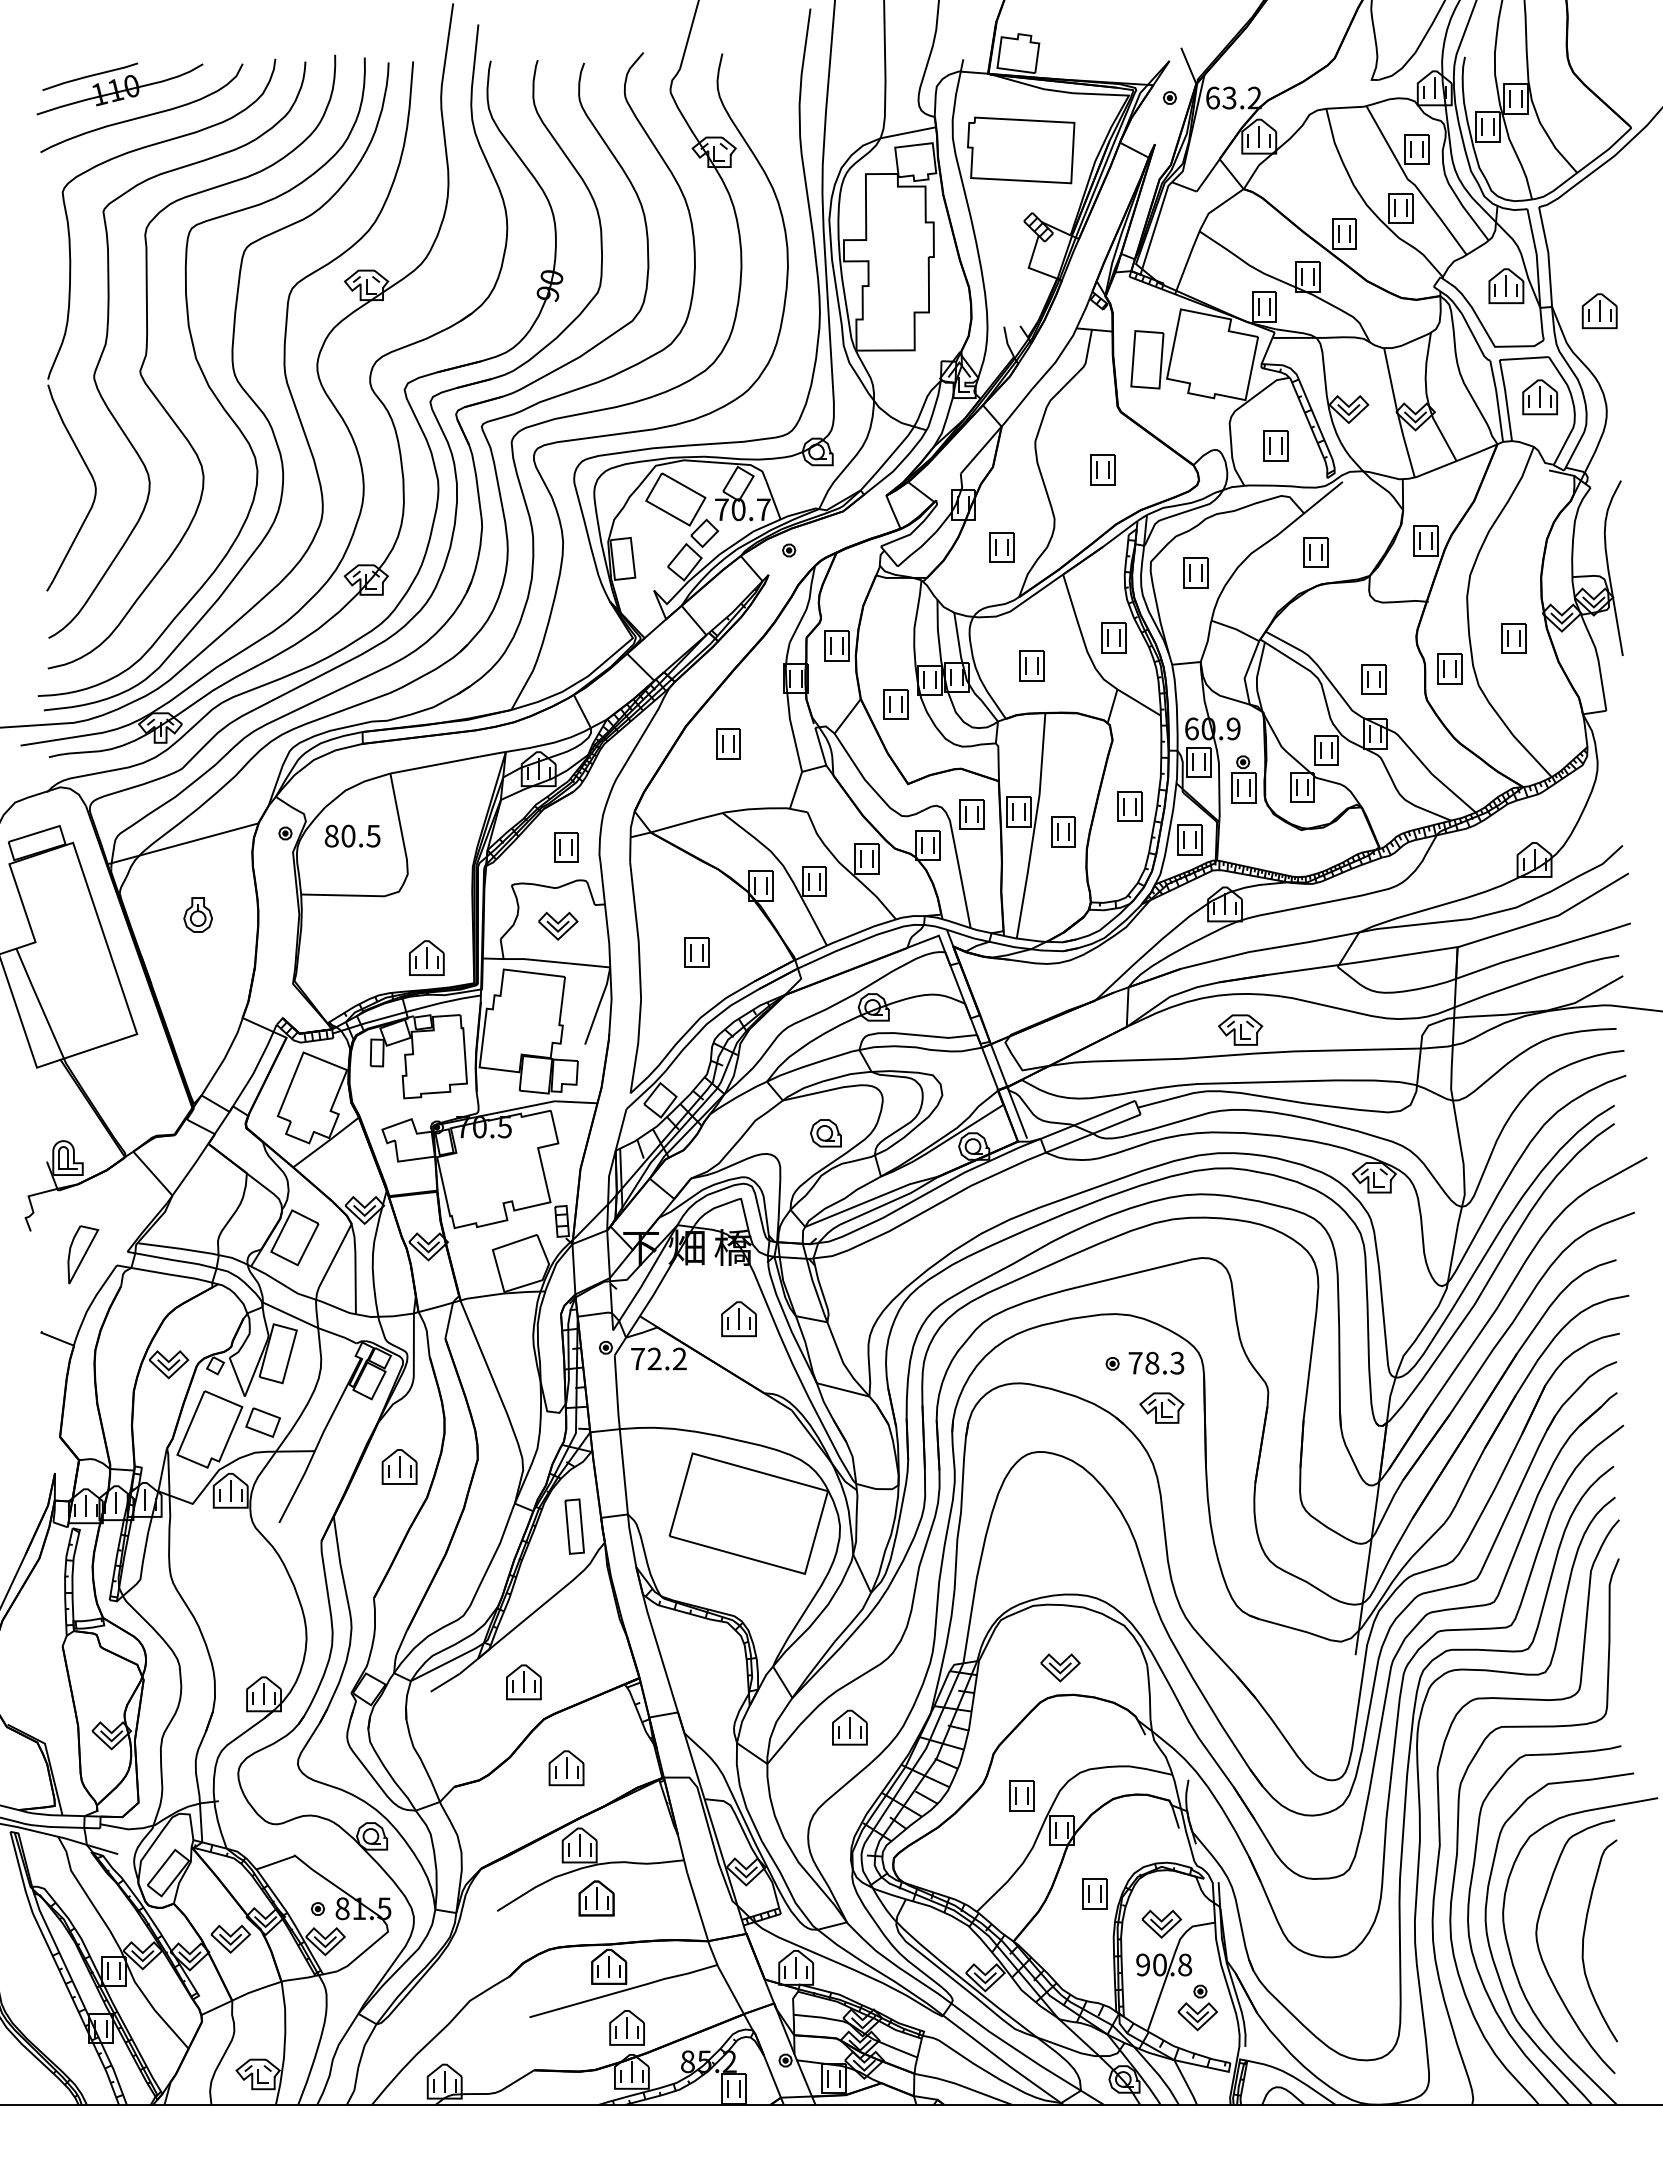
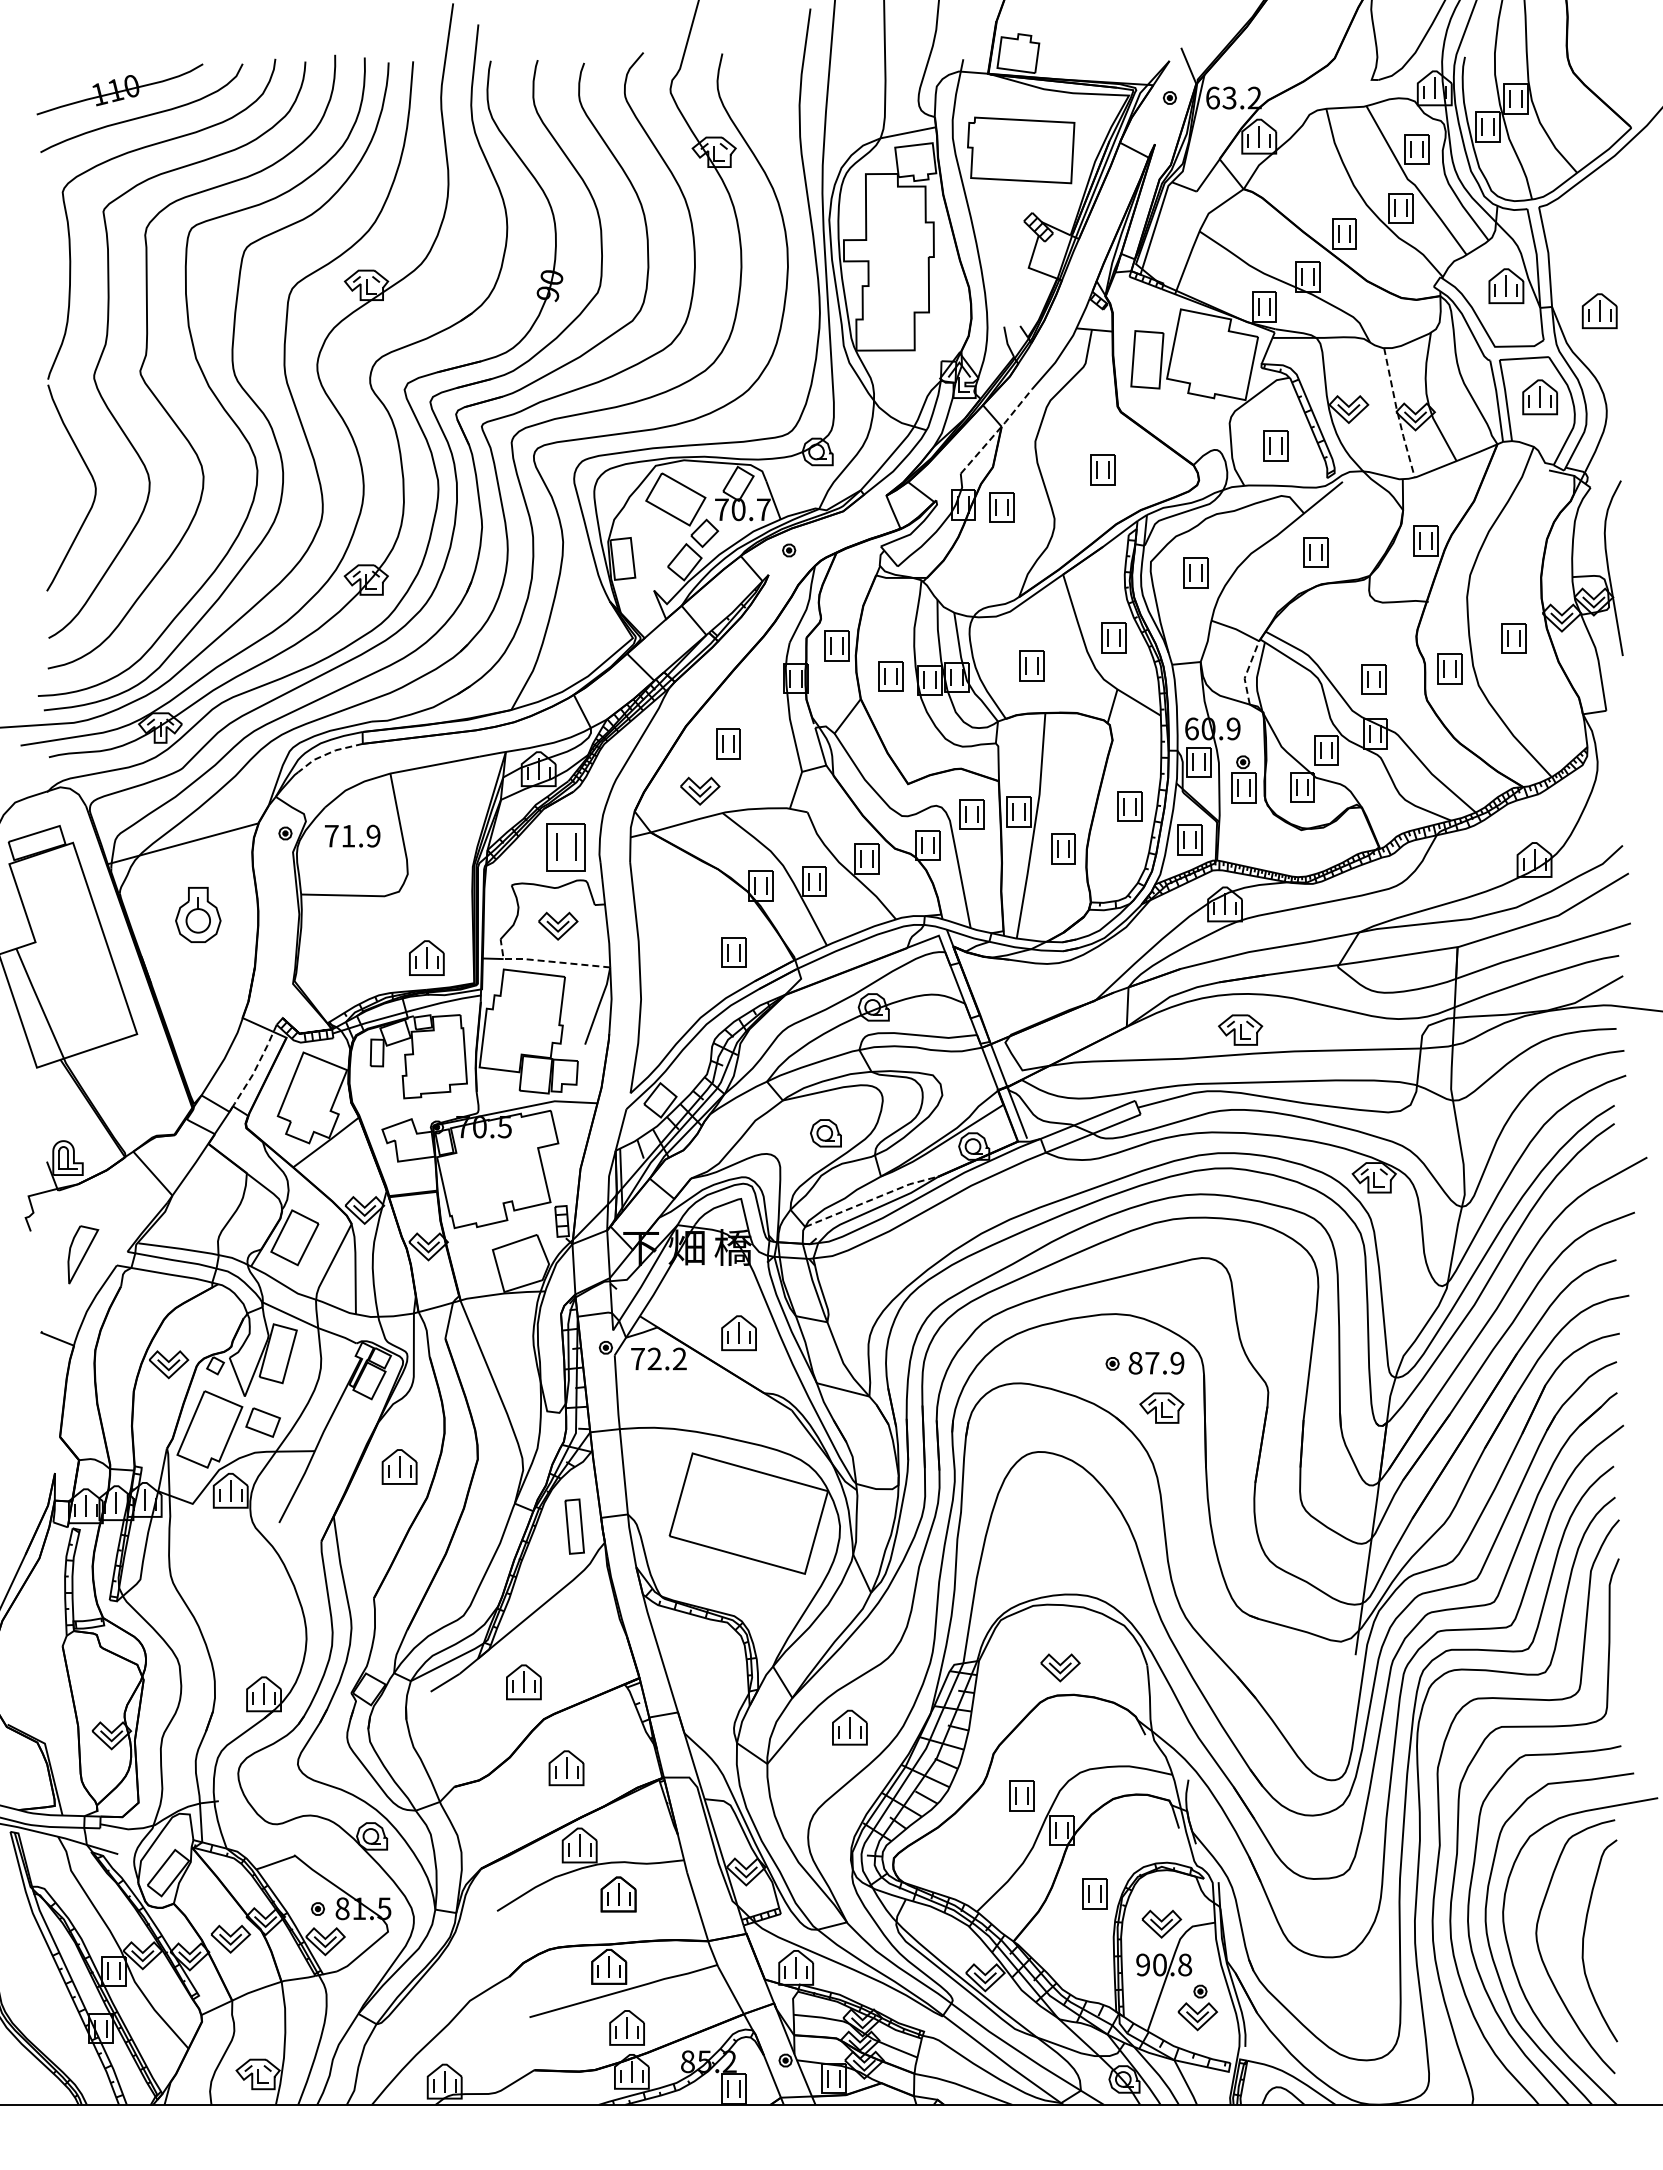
line at (90, 76): present -> none
line at (1397, 413): solid -> dashed
line at (997, 431): solid -> dashed
part at (1001, 547) position: (1001, 547) -> (1001, 507)
line at (1247, 672): solid -> dashed
part at (895, 704) position: (895, 704) -> (890, 676)
line at (328, 753): solid -> dashed
part at (700, 790): none -> present
part at (1063, 831) position: (1063, 831) -> (1063, 848)
text at (352, 835): 80.5 -> 71.9
part at (566, 847) size: 25x31 px -> 40x49 px
part at (197, 914) size: 30x36 px -> 47x56 px
part at (696, 952) position: (696, 952) -> (733, 952)
line at (544, 961): solid -> dashed
line at (257, 1065): solid -> dashed
line at (871, 1199): solid -> dashed
part at (738, 1319) position: (738, 1319) -> (738, 1333)
text at (1156, 1362): 78.3 -> 87.9
part at (596, 1898) position: (596, 1898) -> (618, 1894)
